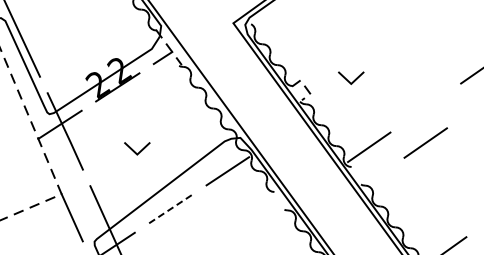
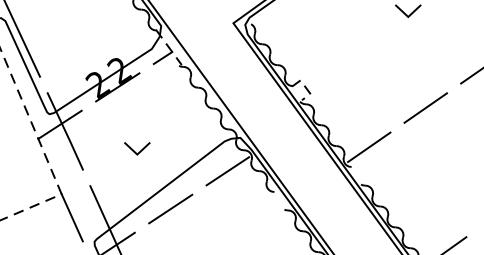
line at (354, 79) position: (354, 79) -> (411, 12)
line at (425, 142) position: (425, 142) -> (425, 107)
line at (170, 209): dashed -> solid
